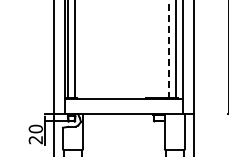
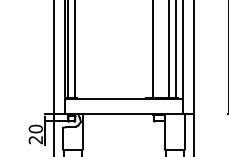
line at (168, 49): dashed -> solid
line at (153, 50): none -> present
